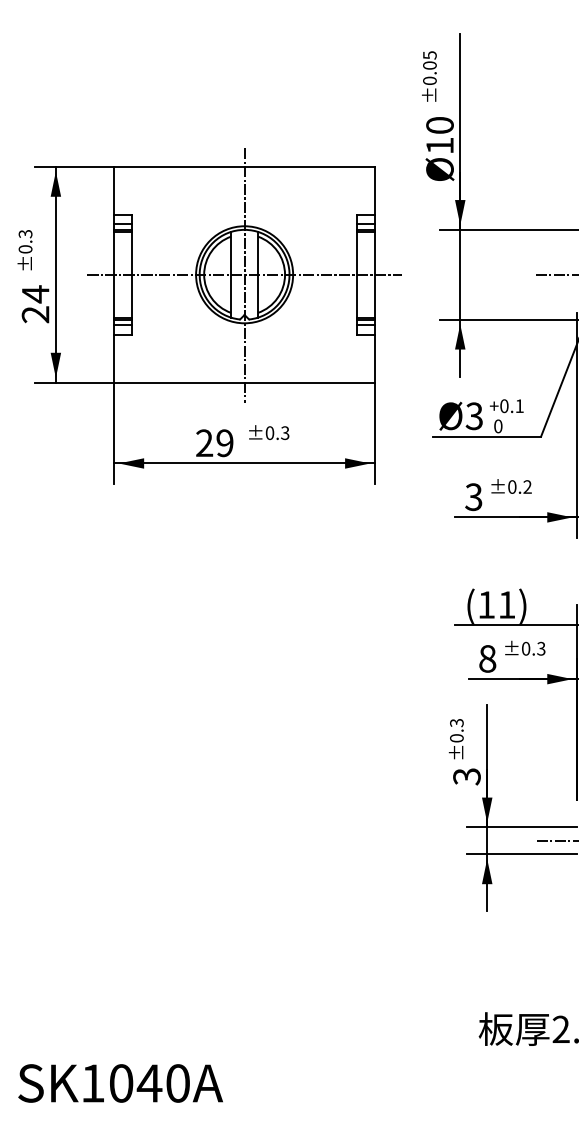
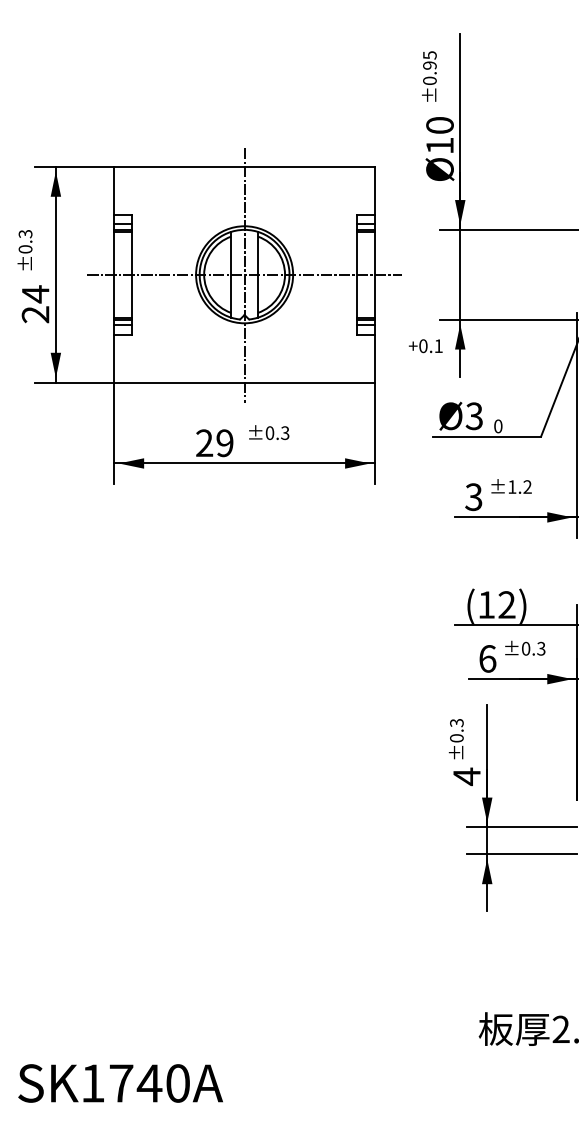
text at (429, 65): ±0.05 -> ±0.95
line at (555, 274): present -> none
text at (506, 406) position: (506, 406) -> (425, 346)
text at (512, 486): ±0.2 -> ±1.2
text at (506, 604): (11) -> (12)
text at (487, 658): 8 -> 6
text at (466, 776): 3 -> 4
line at (555, 840): present -> none
text at (121, 1083): SK1040A -> SK1740A
